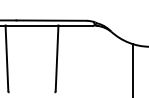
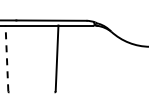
line at (6, 58): solid -> dashed
line at (132, 69): present -> none
